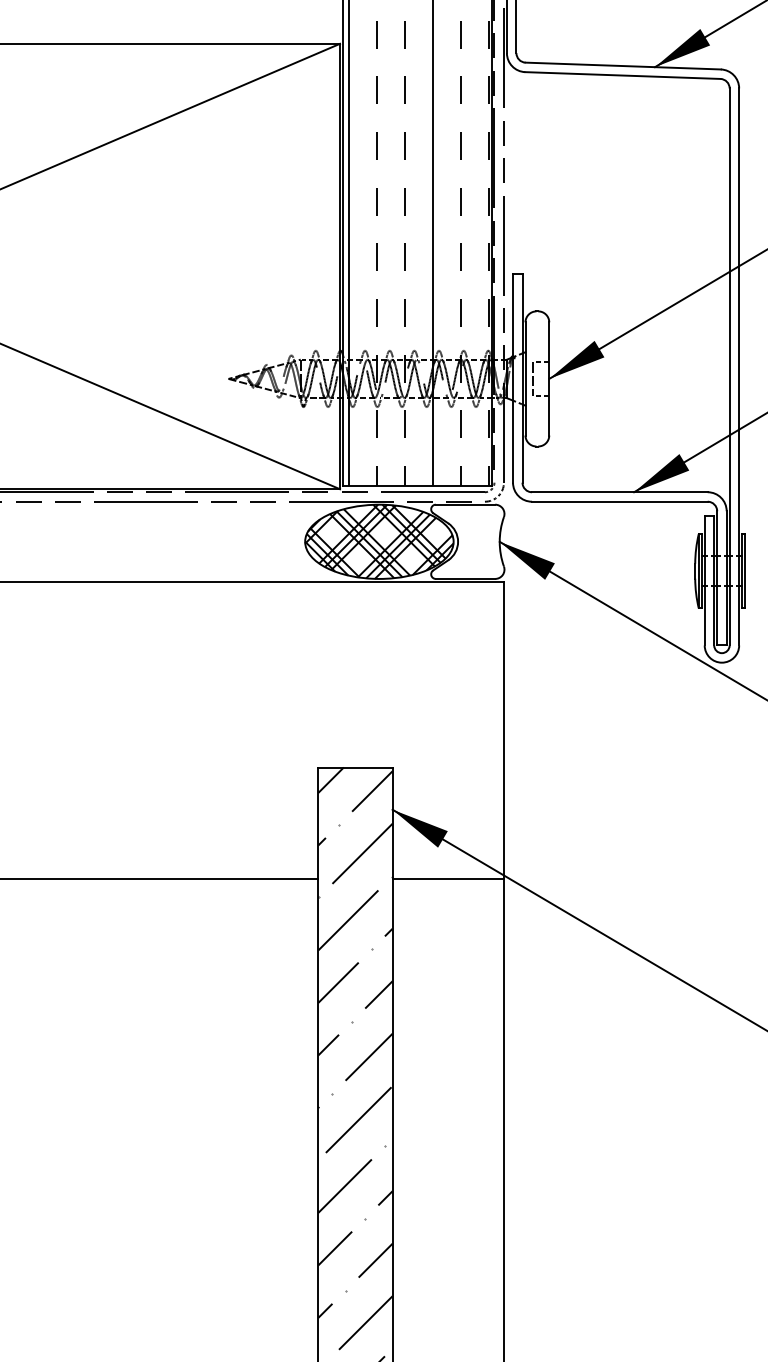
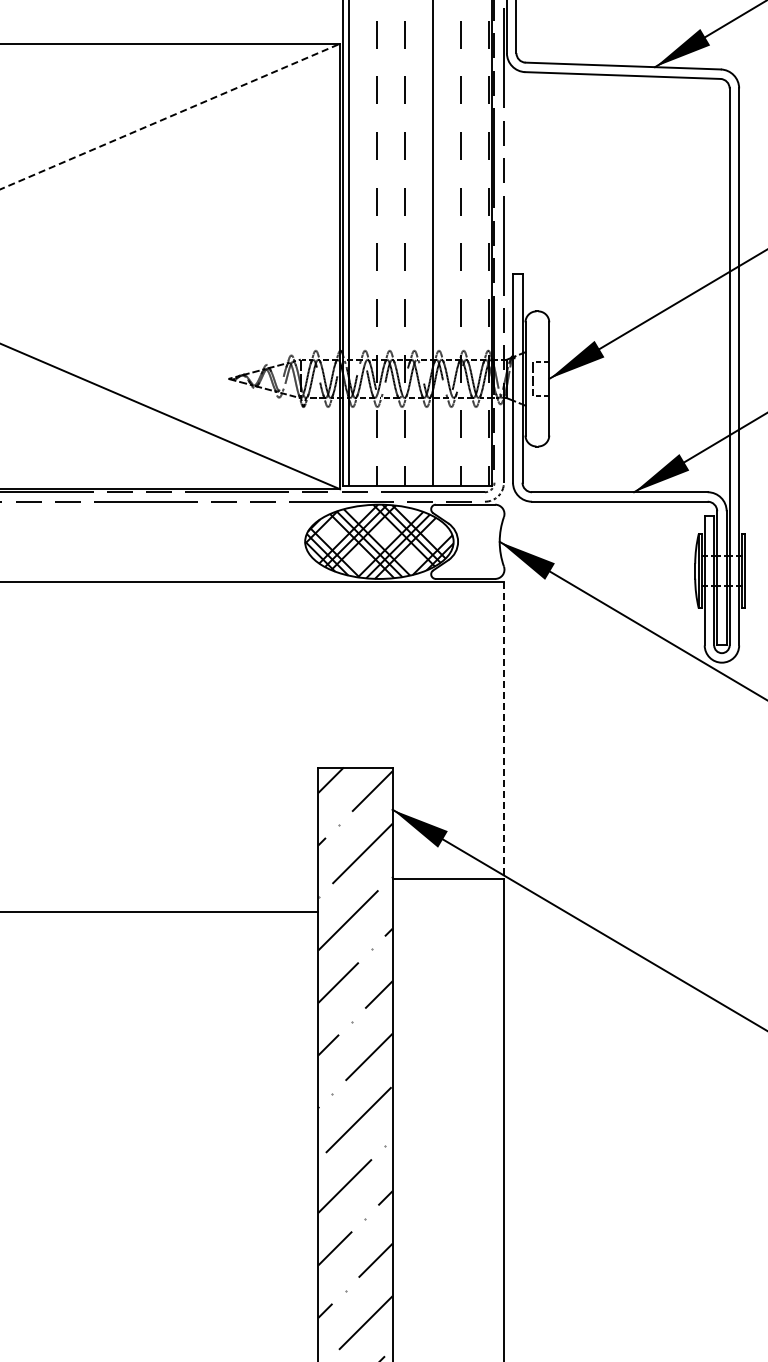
line at (170, 116): solid -> dashed
line at (503, 730): solid -> dashed
line at (160, 878) position: (160, 878) -> (160, 911)
